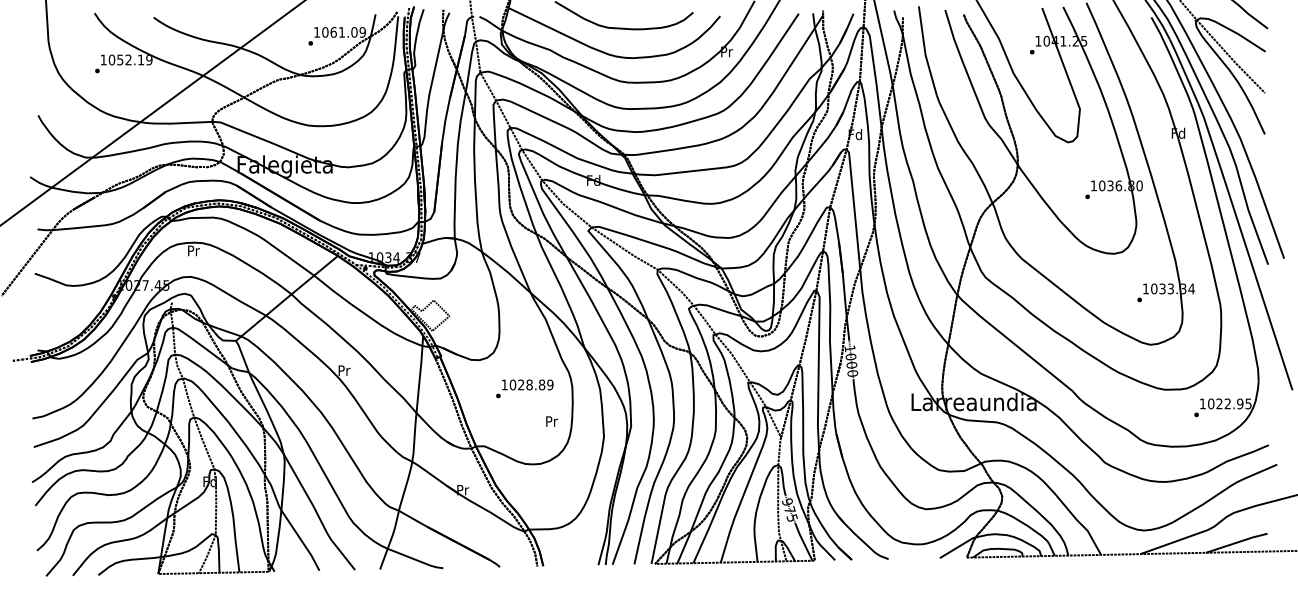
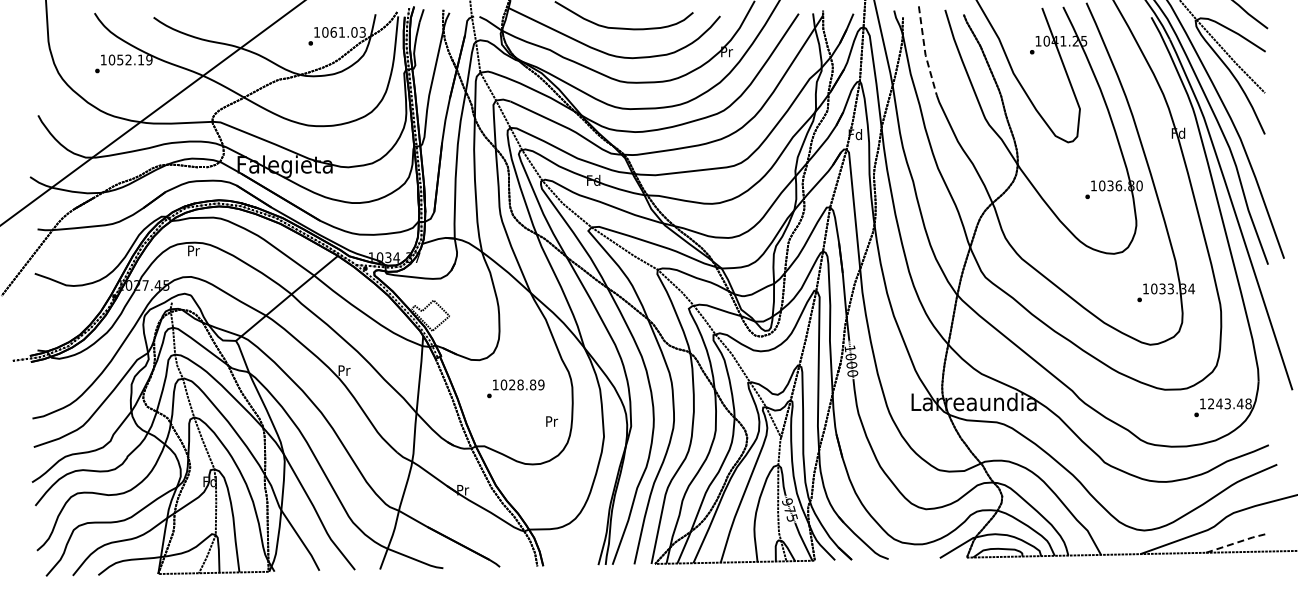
text at (362, 32): 1061.09 -> 1061.03
line at (925, 52): solid -> dashed
text at (524, 388) position: (524, 388) -> (515, 388)
text at (1229, 403): 1022.95 -> 1243.48
line at (1237, 542): solid -> dashed
